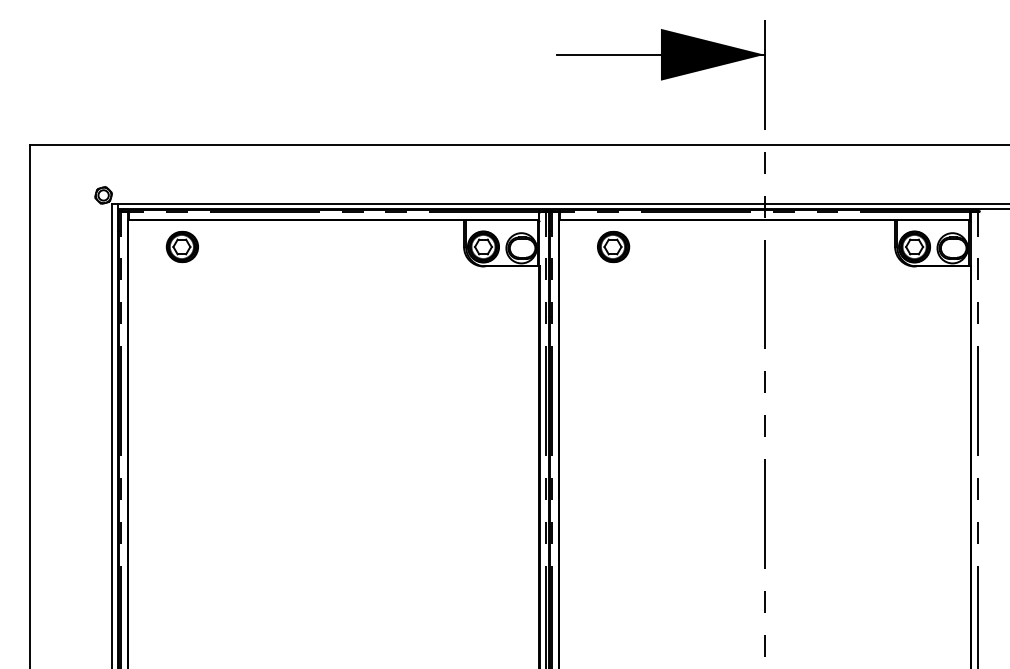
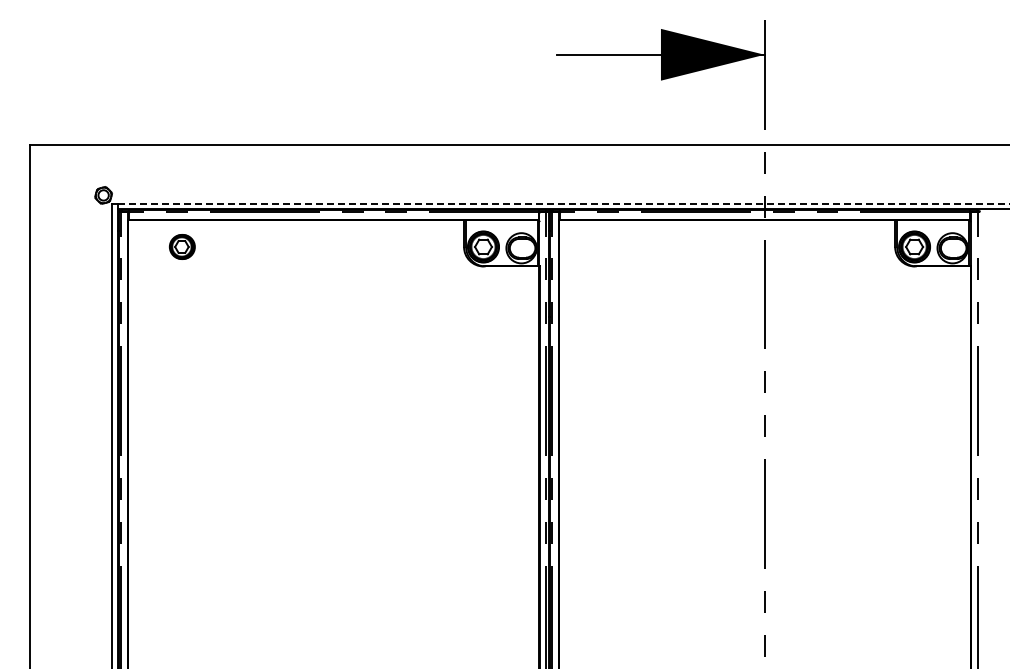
line at (564, 204): solid -> dashed
part at (181, 246) size: 34x32 px -> 27x26 px
part at (613, 246): present -> none
